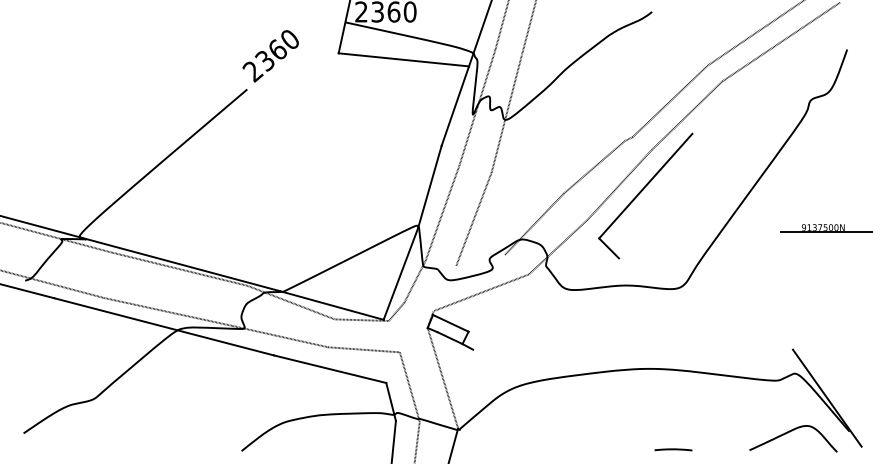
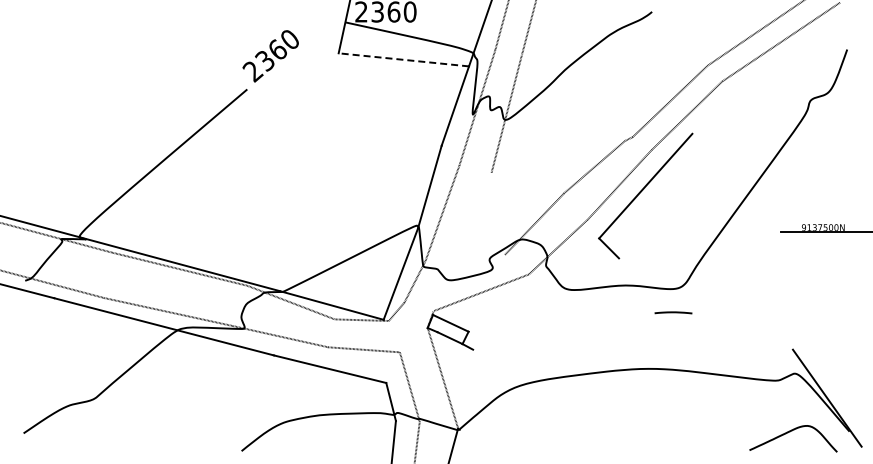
line at (403, 59): solid -> dashed
line at (473, 218): present -> none
line at (673, 449) position: (673, 449) -> (673, 312)
